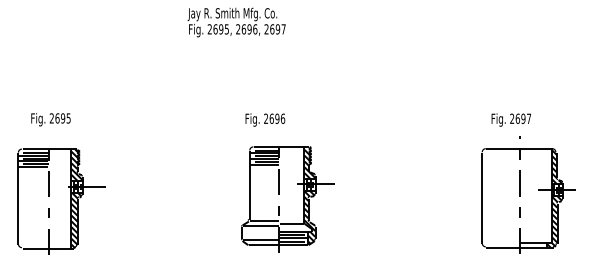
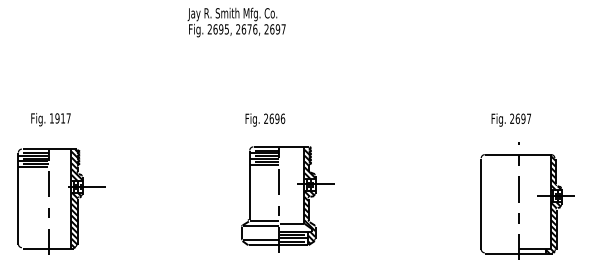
text at (249, 29): 2696, -> 2676,
text at (59, 118): 2695 -> 1917
part at (528, 194) position: (528, 194) -> (527, 200)
